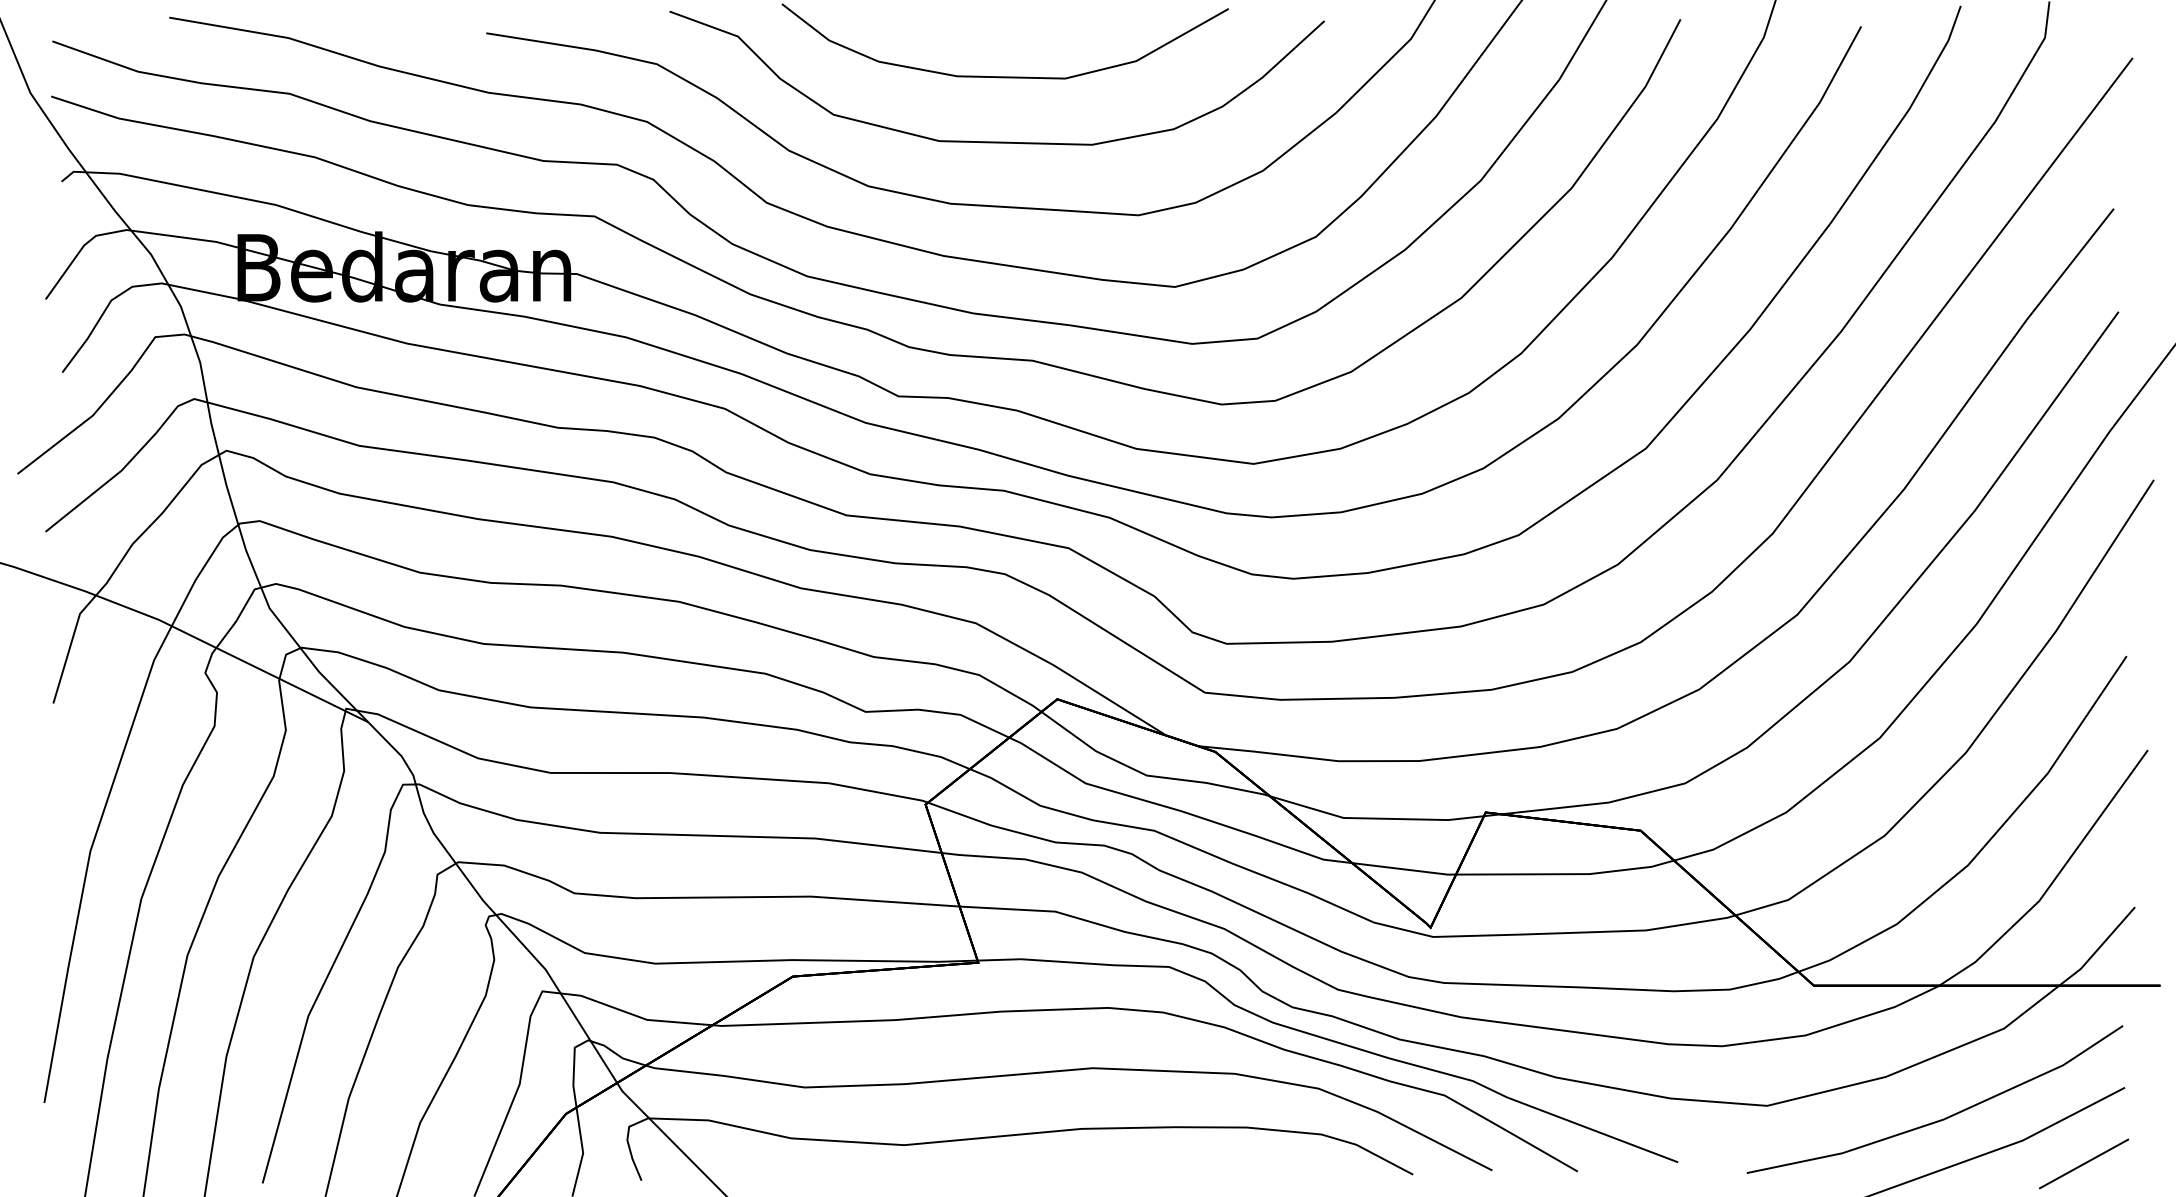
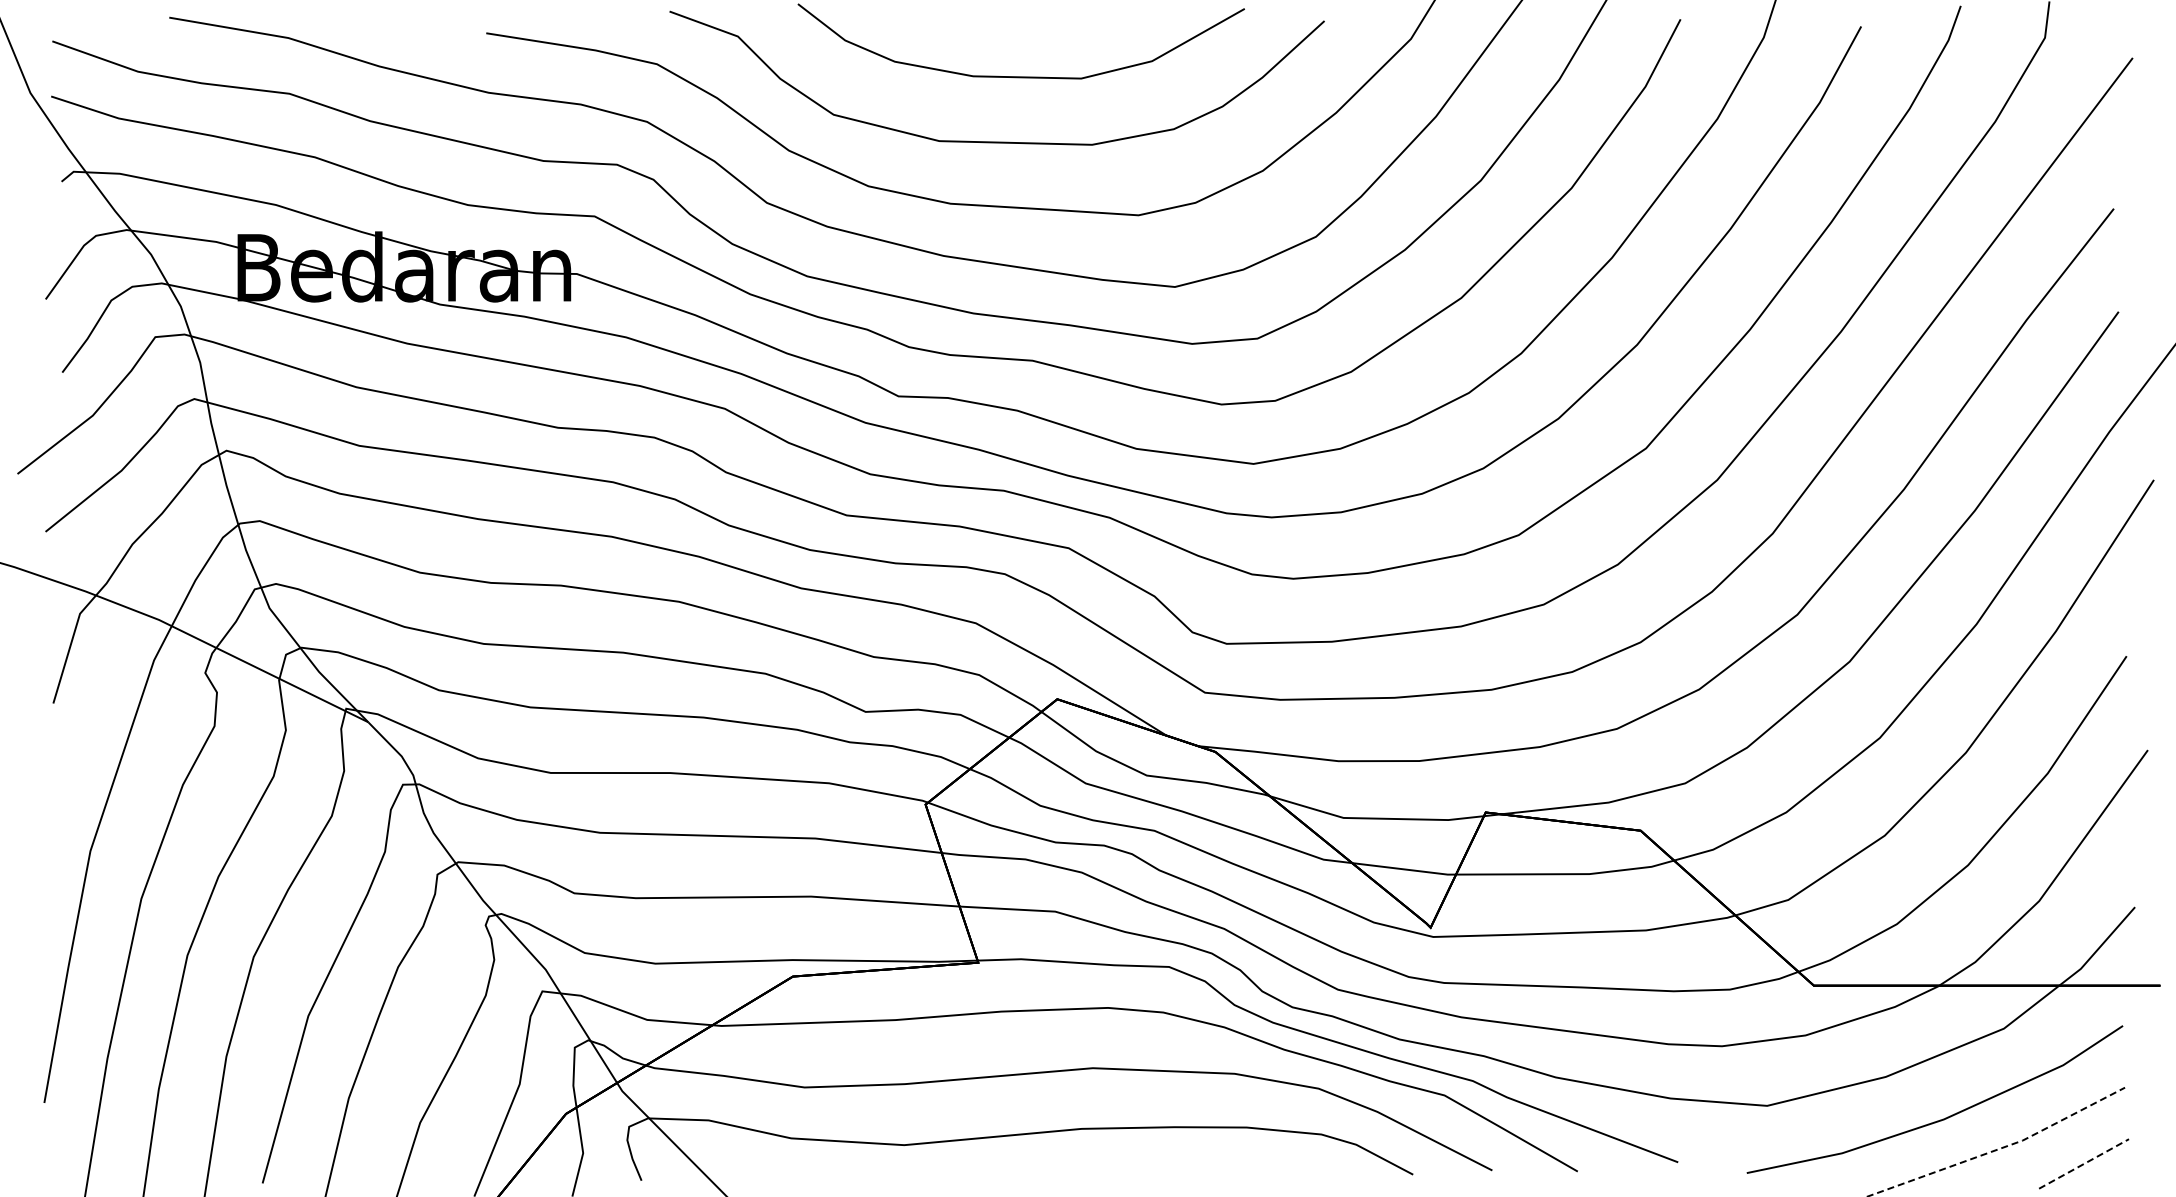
curve at (1004, 76) position: (1004, 76) -> (1020, 76)
line at (2000, 1148): solid -> dashed
line at (2084, 1163): solid -> dashed
